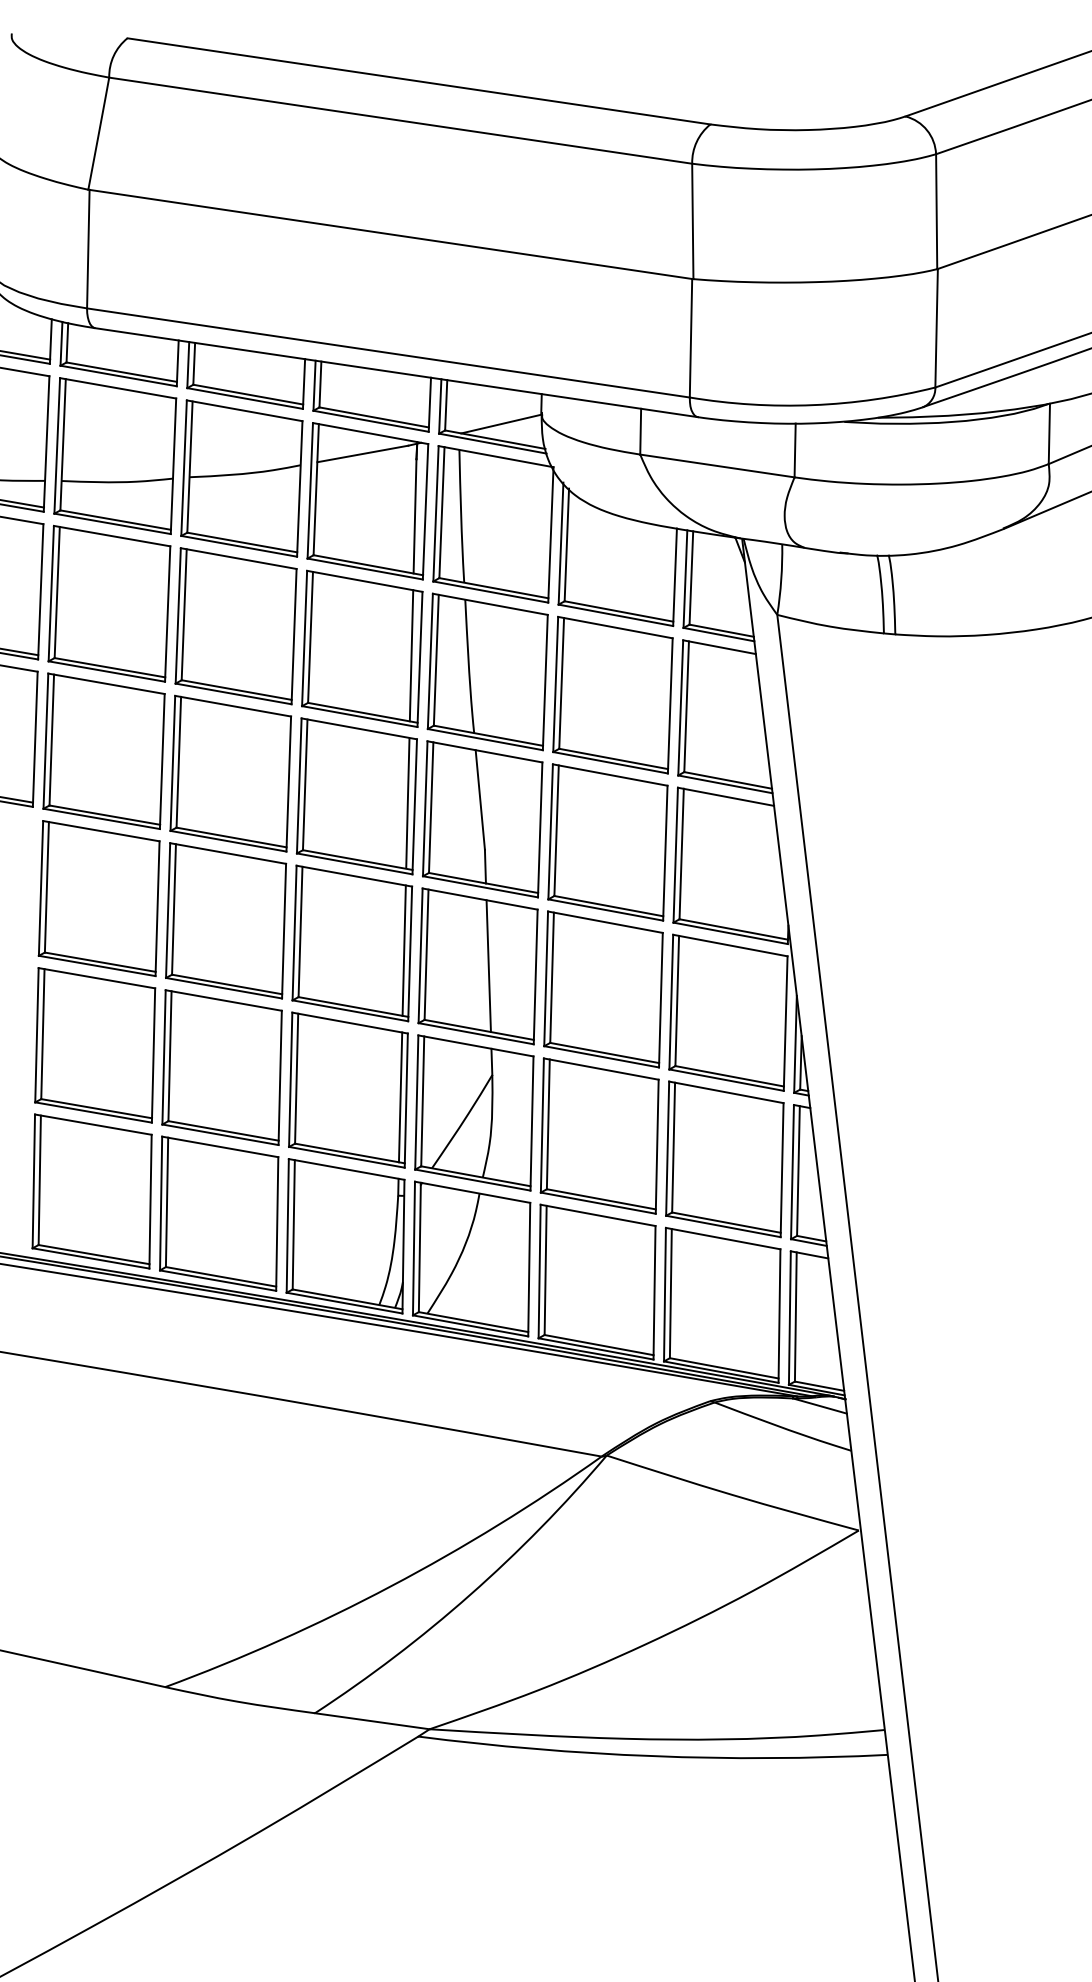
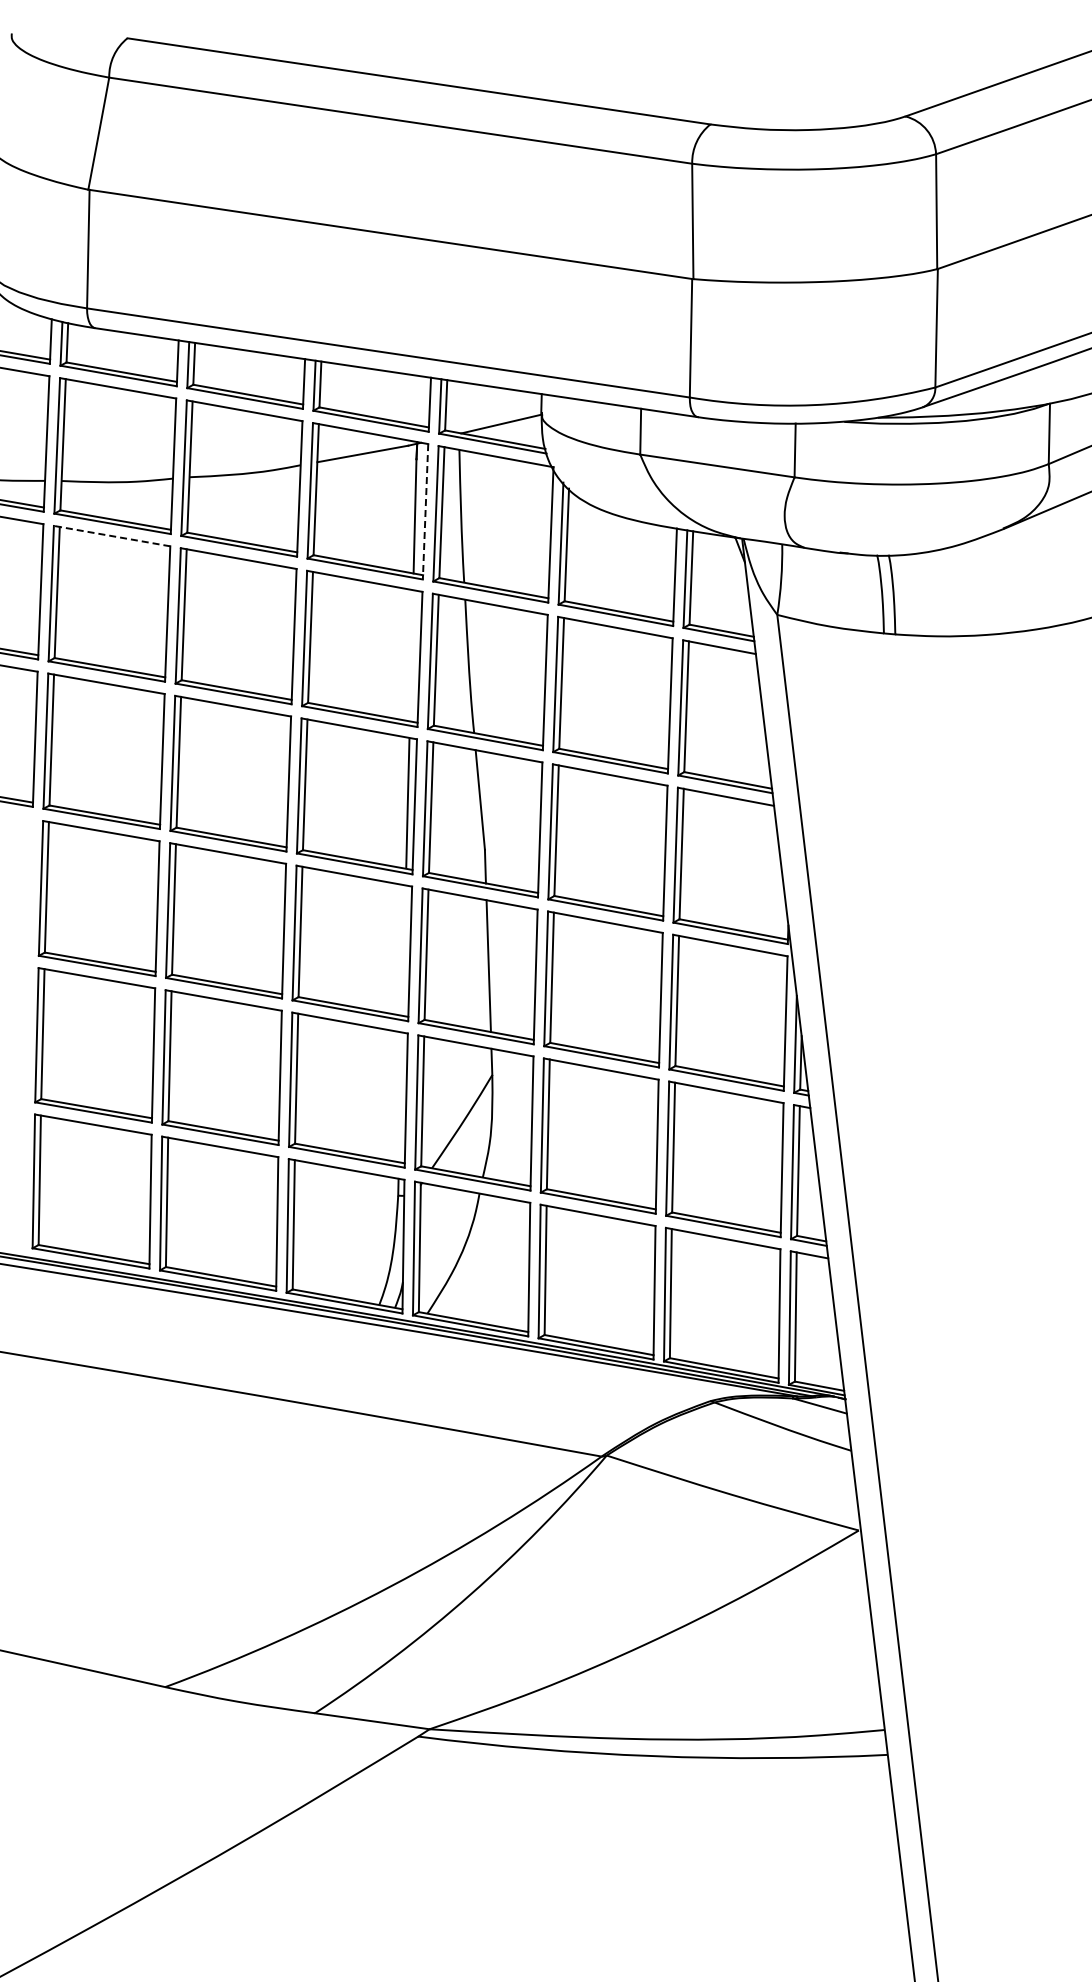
line at (425, 511): solid -> dashed
line at (111, 536): solid -> dashed
line at (411, 655): present -> none
line at (403, 950): present -> none
line at (400, 1097): present -> none
